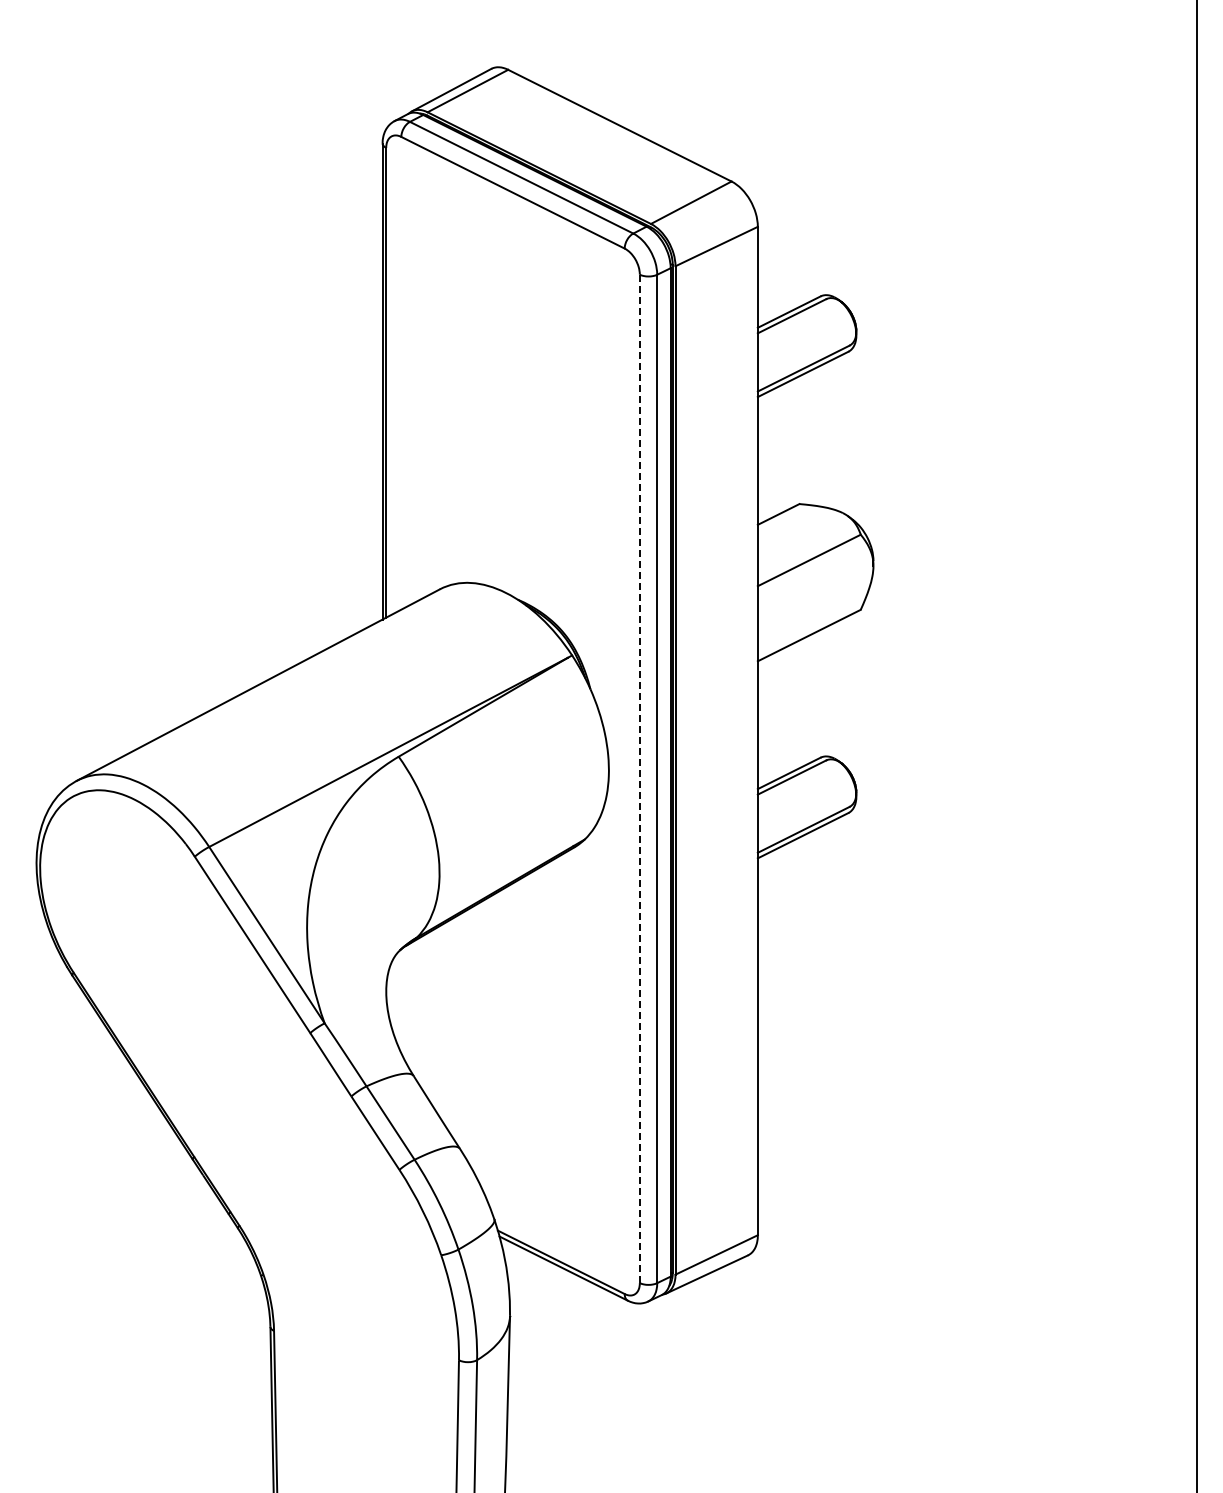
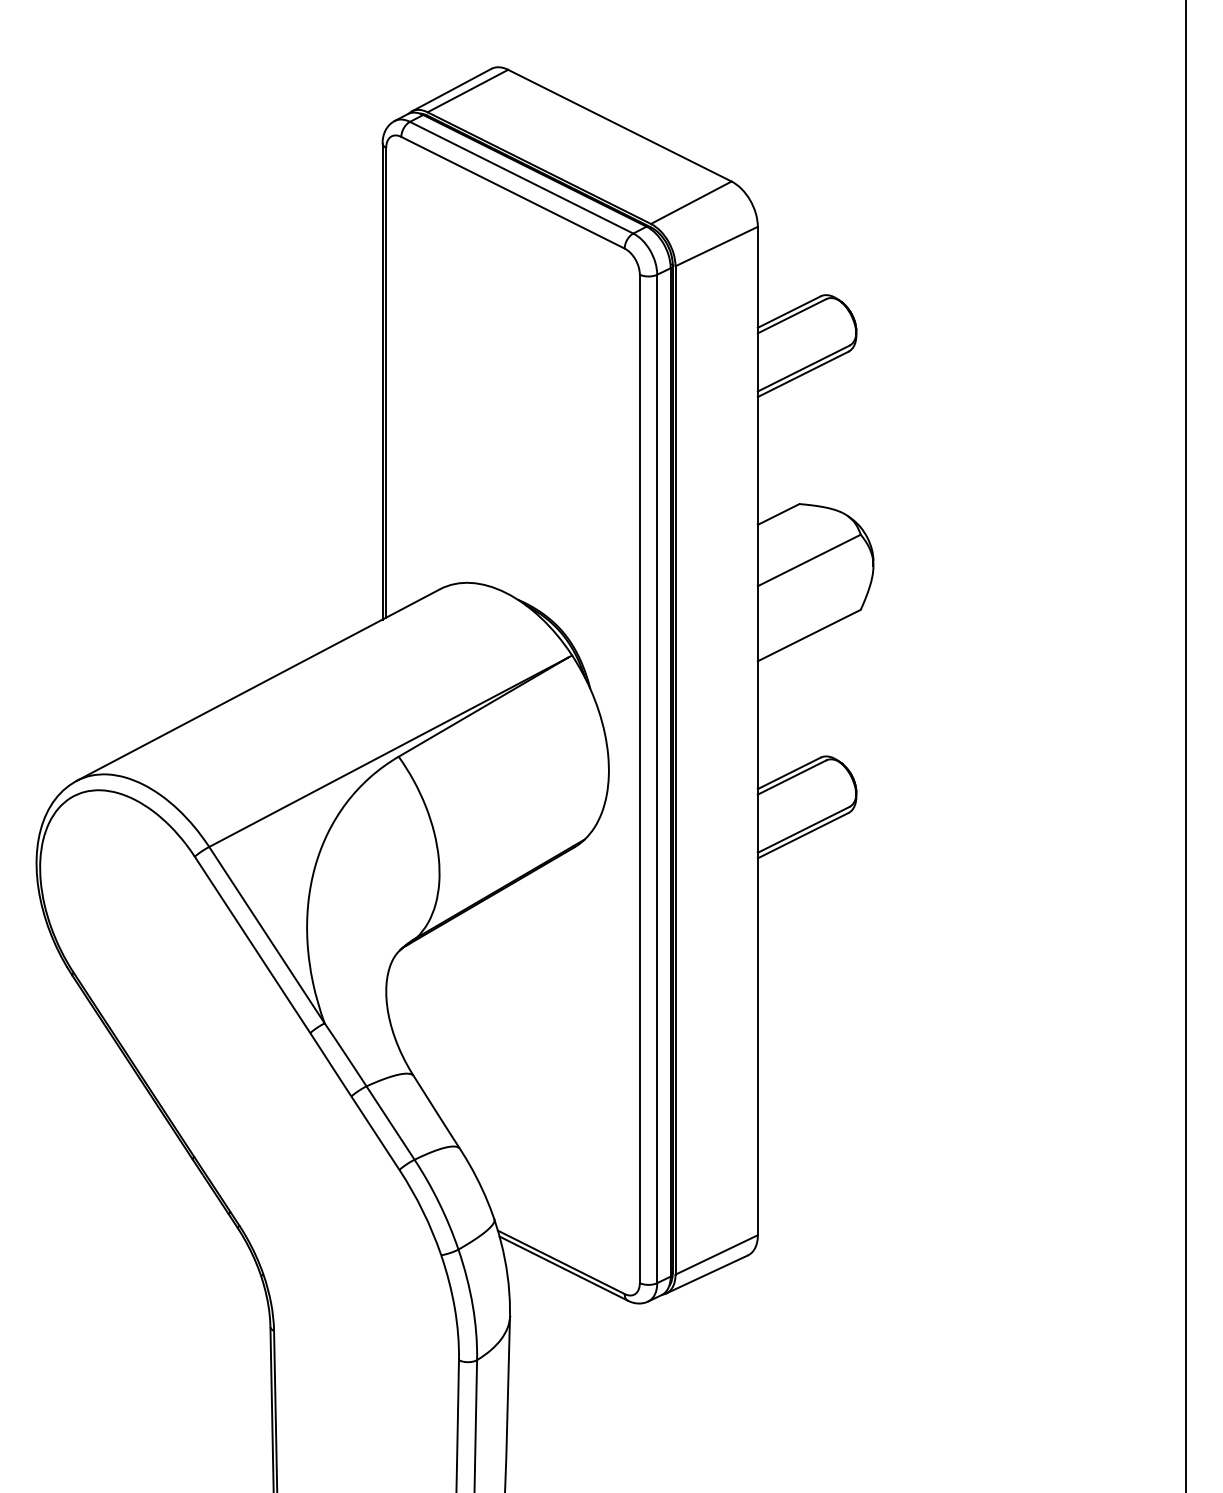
line at (1197, 745) position: (1197, 745) -> (1186, 745)
line at (639, 778): dashed -> solid
